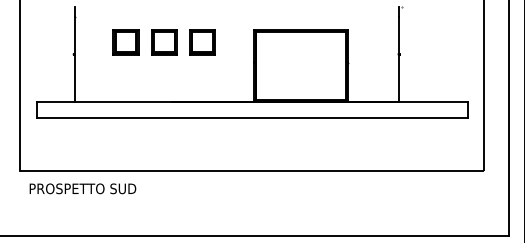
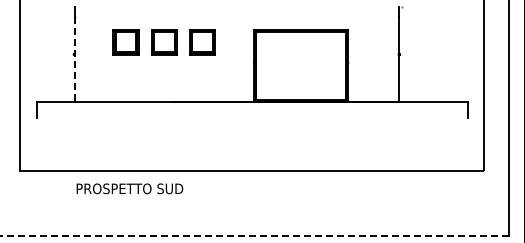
line at (74, 59): solid -> dashed
line at (252, 117): present -> none
text at (82, 188) position: (82, 188) -> (129, 188)
line at (254, 235): solid -> dashed
